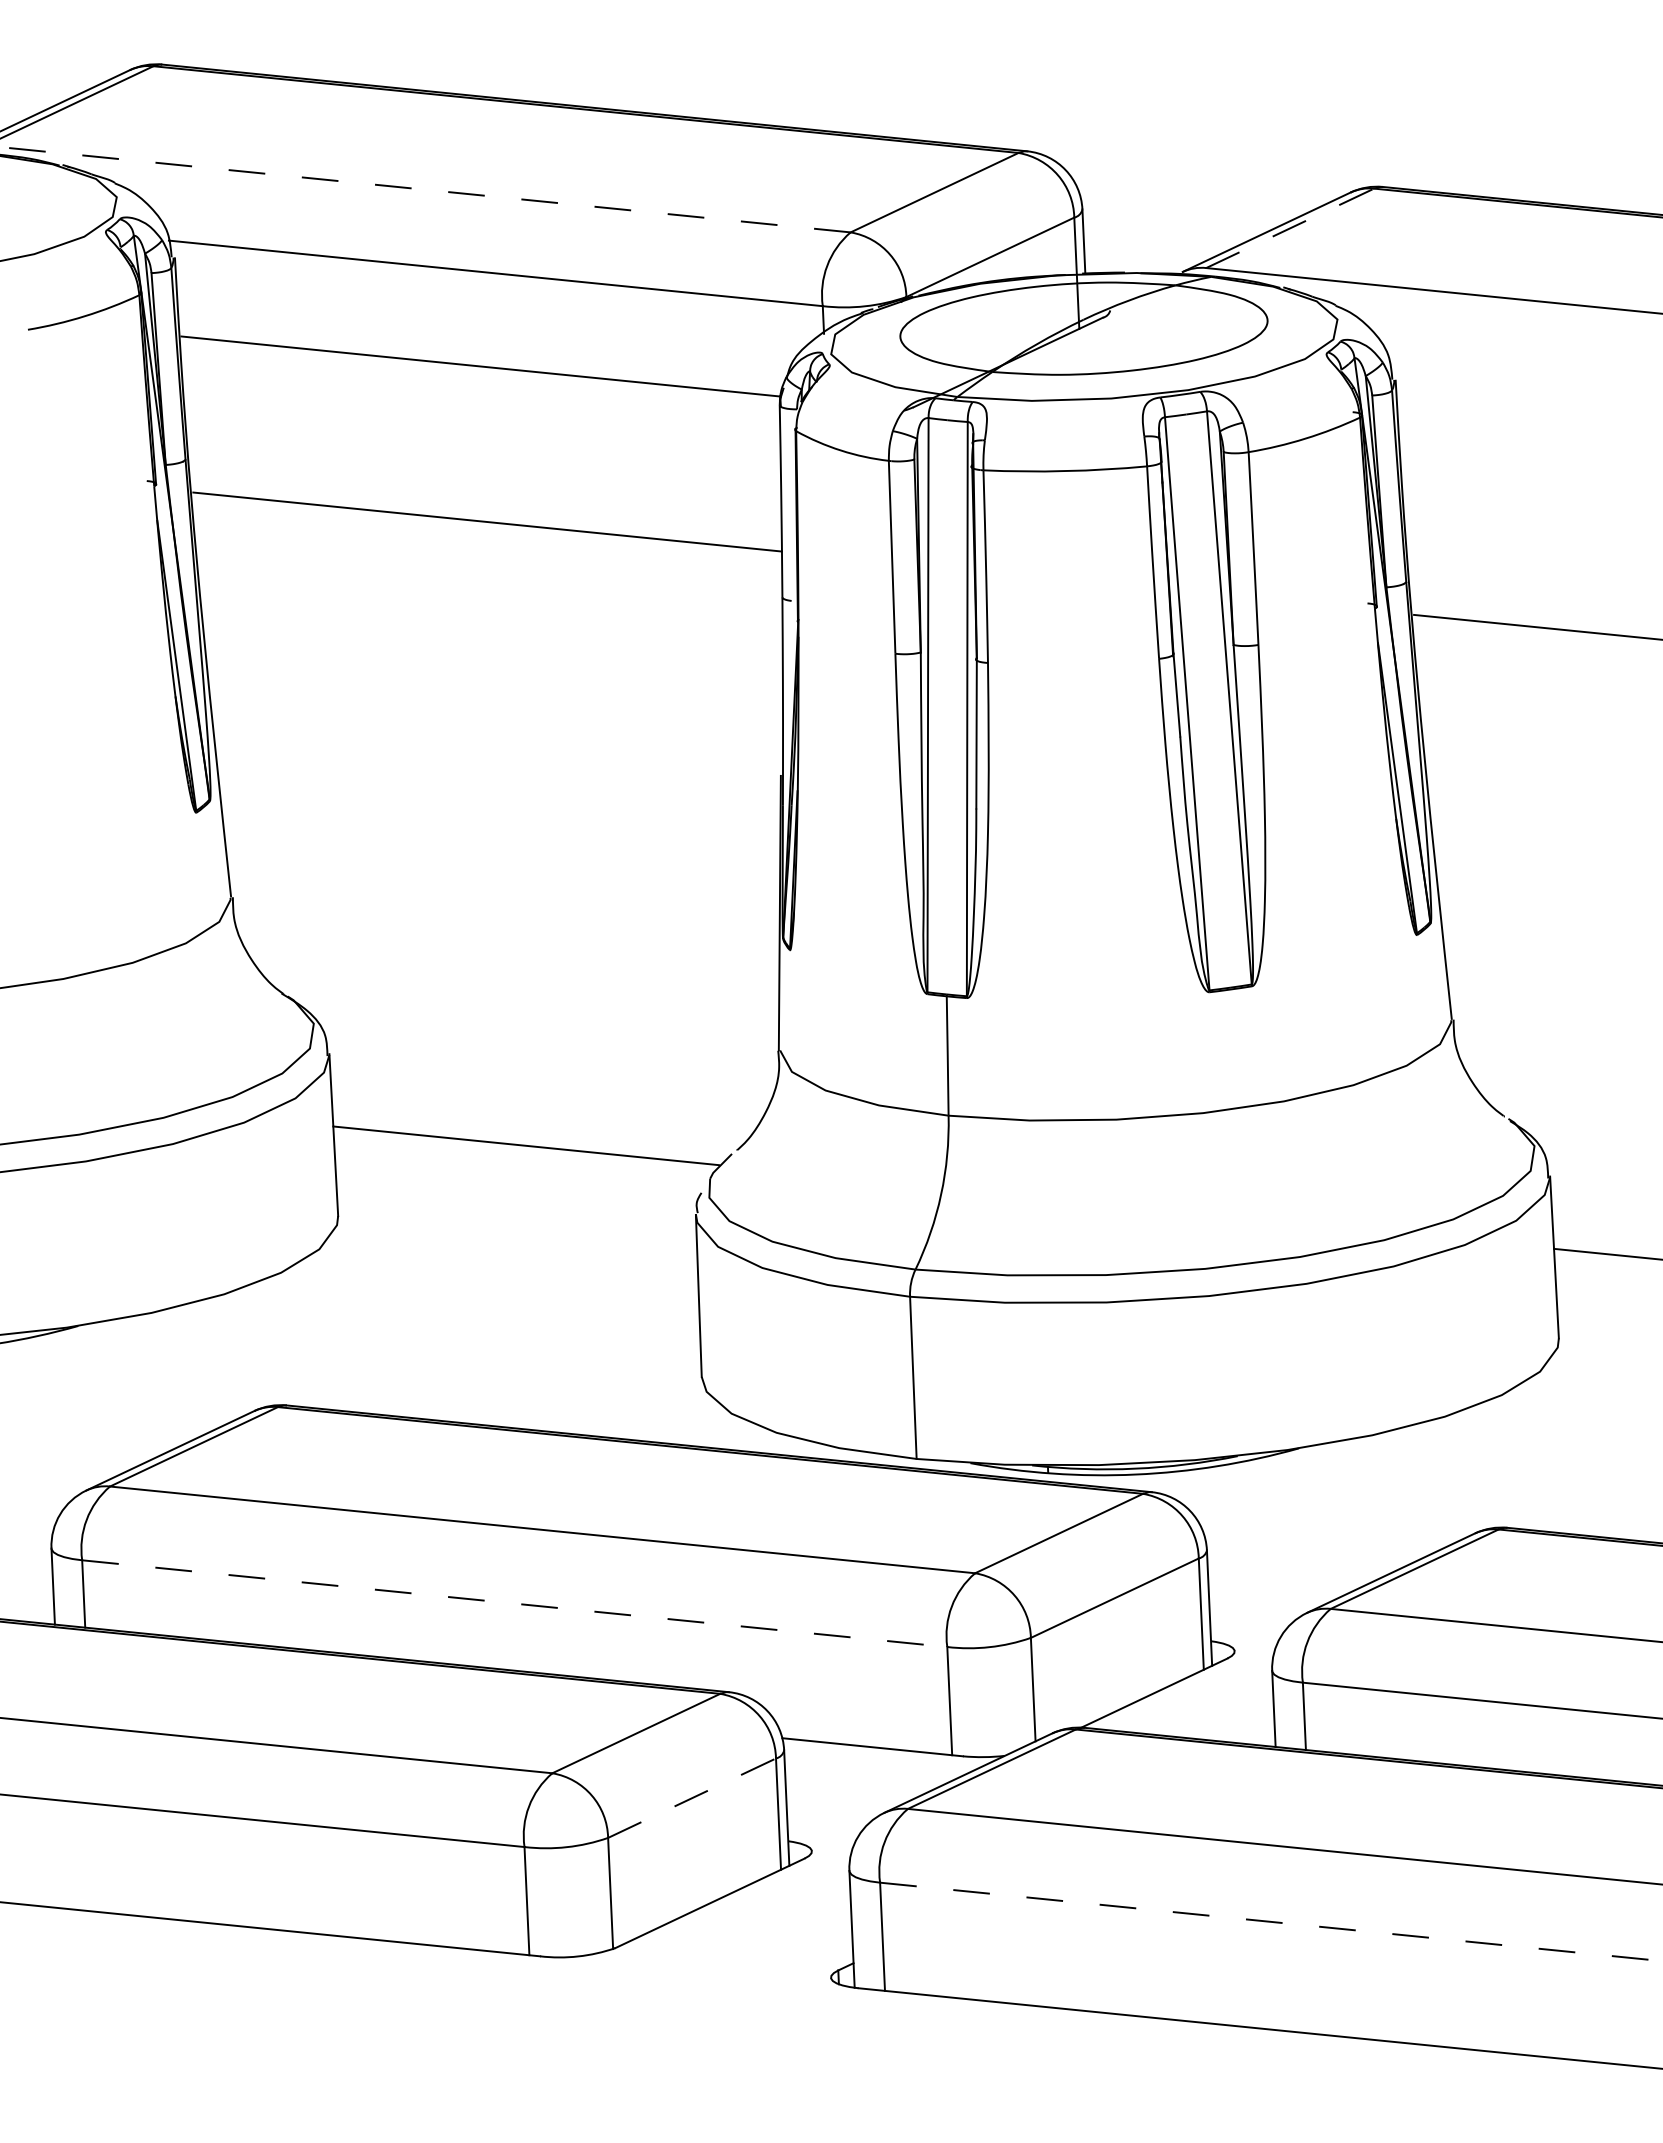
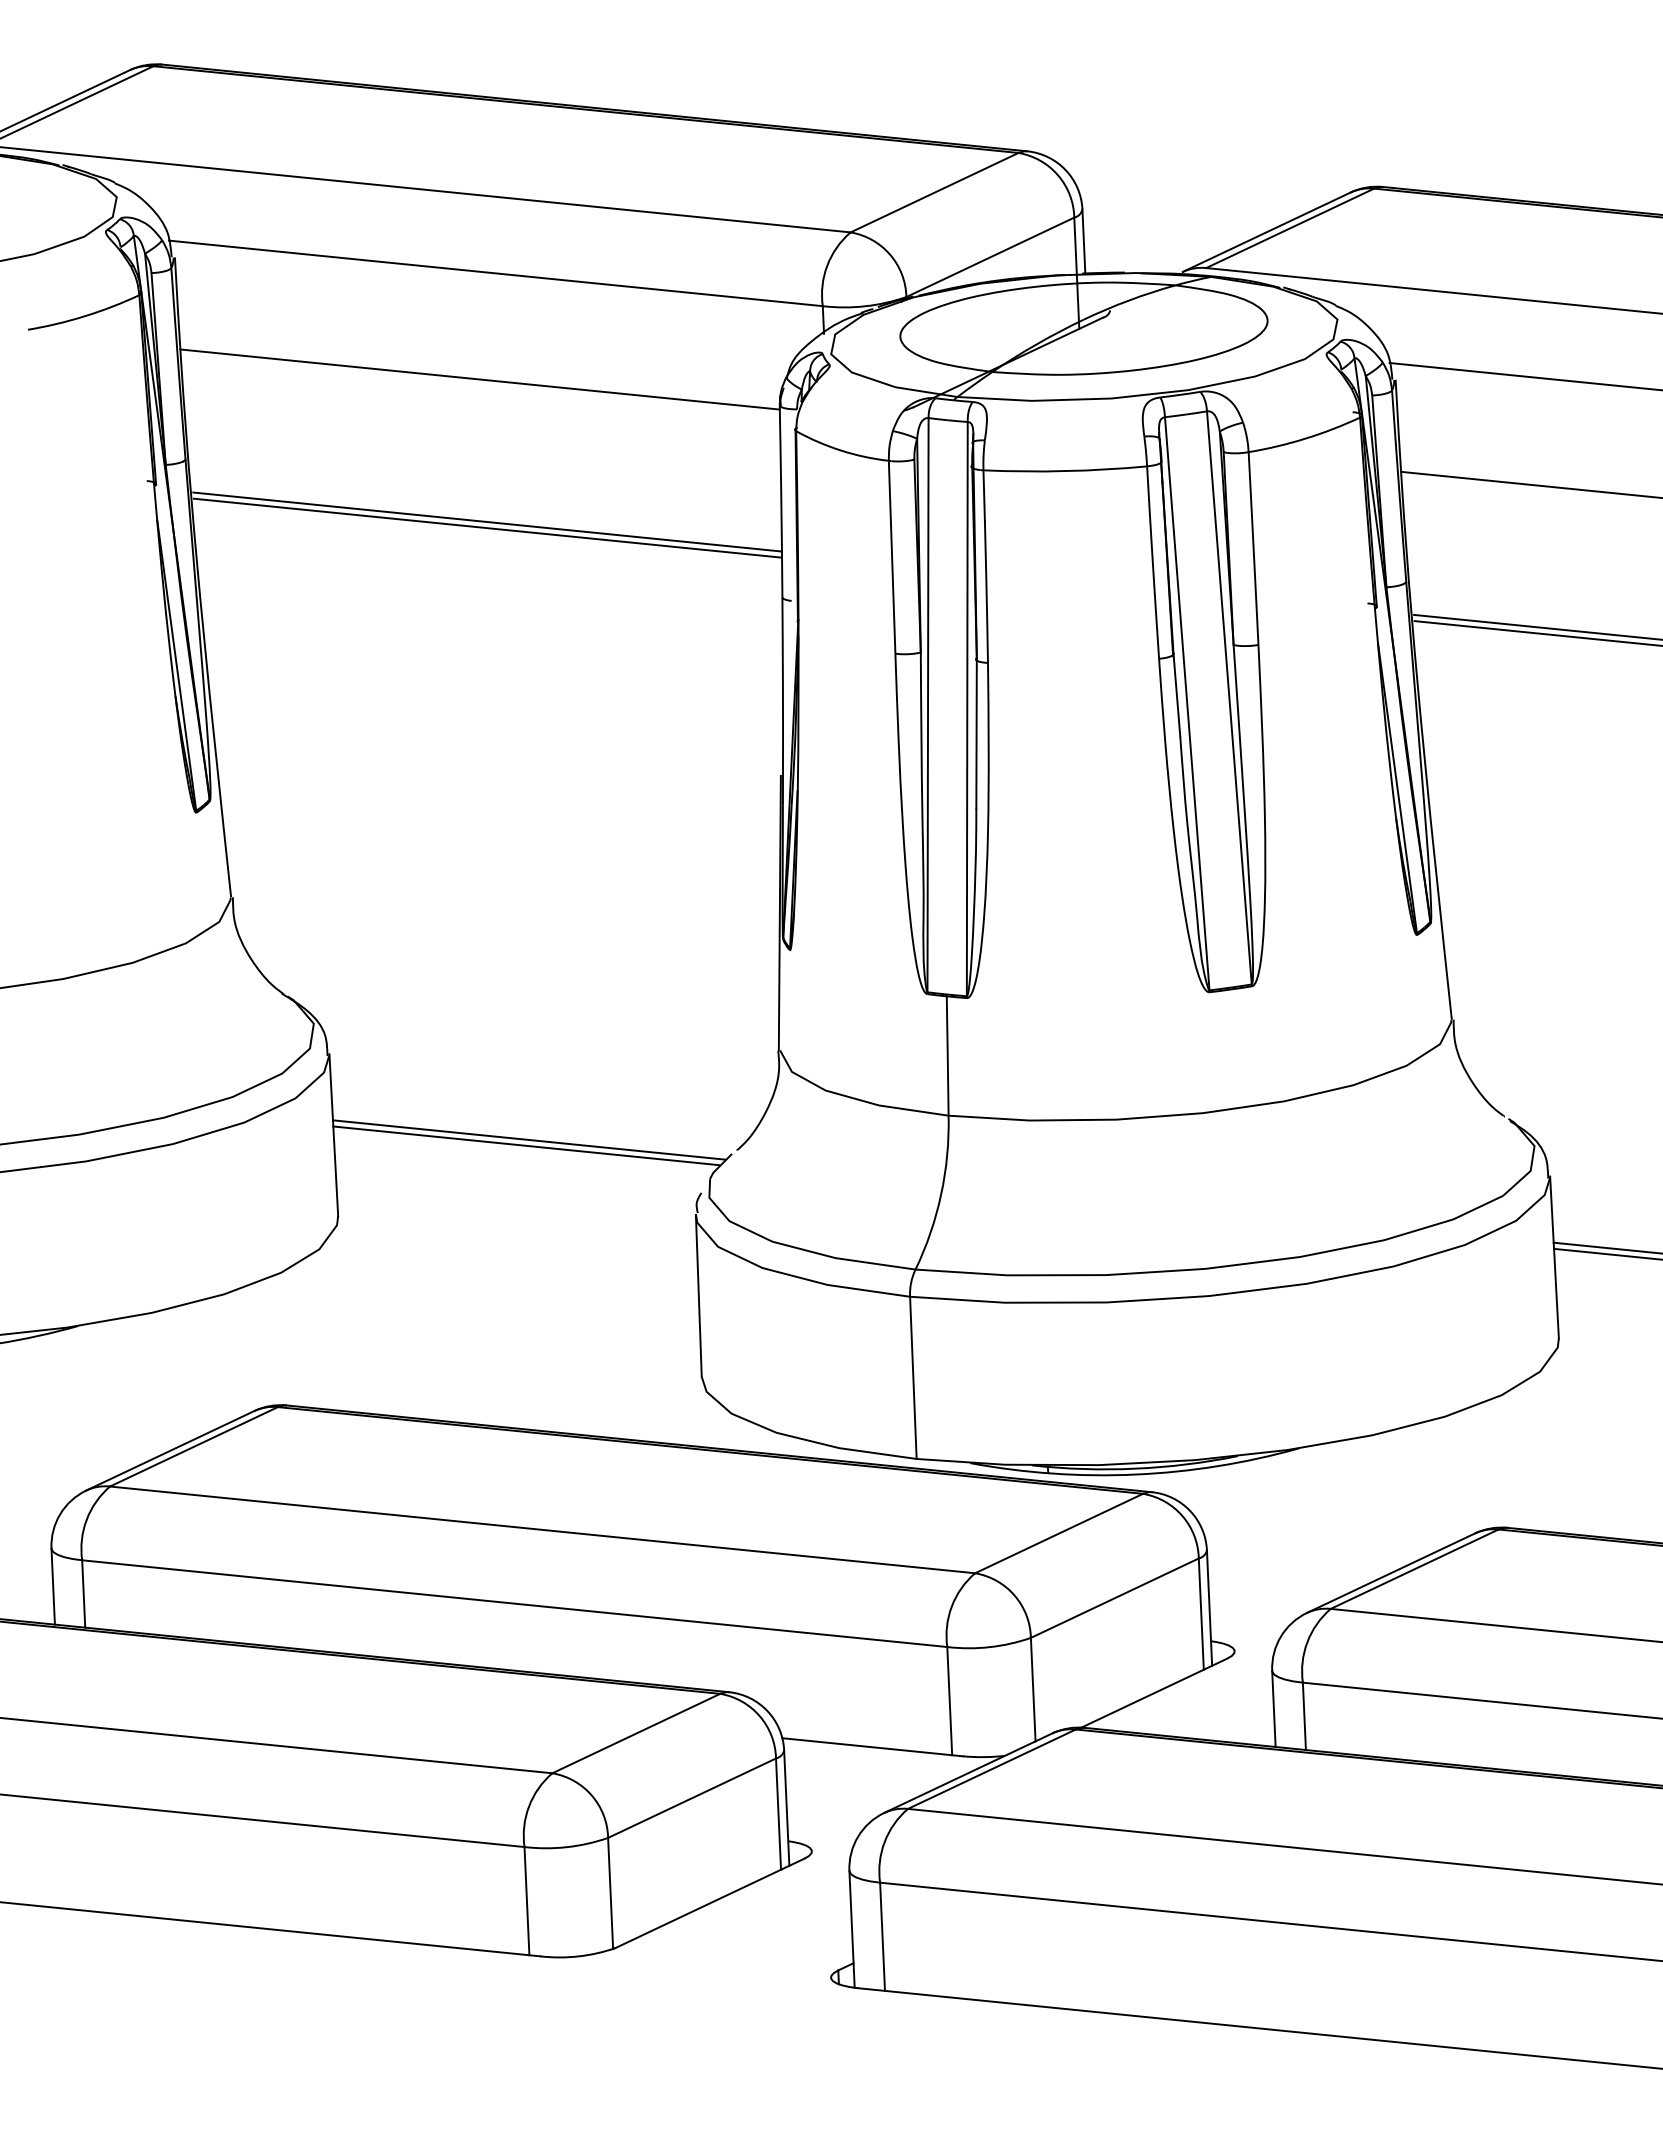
line at (425, 189): dashed -> solid
line at (1290, 228): dashed -> solid
line at (480, 366) position: (480, 366) -> (479, 379)
line at (1524, 376): none -> present
line at (1530, 484): none -> present
line at (487, 527): none -> present
line at (1536, 633): none -> present
line at (528, 1139): none -> present
line at (1606, 1247): none -> present
line at (514, 1603): dashed -> solid
line at (692, 1798): dashed -> solid
line at (1271, 1921): dashed -> solid
